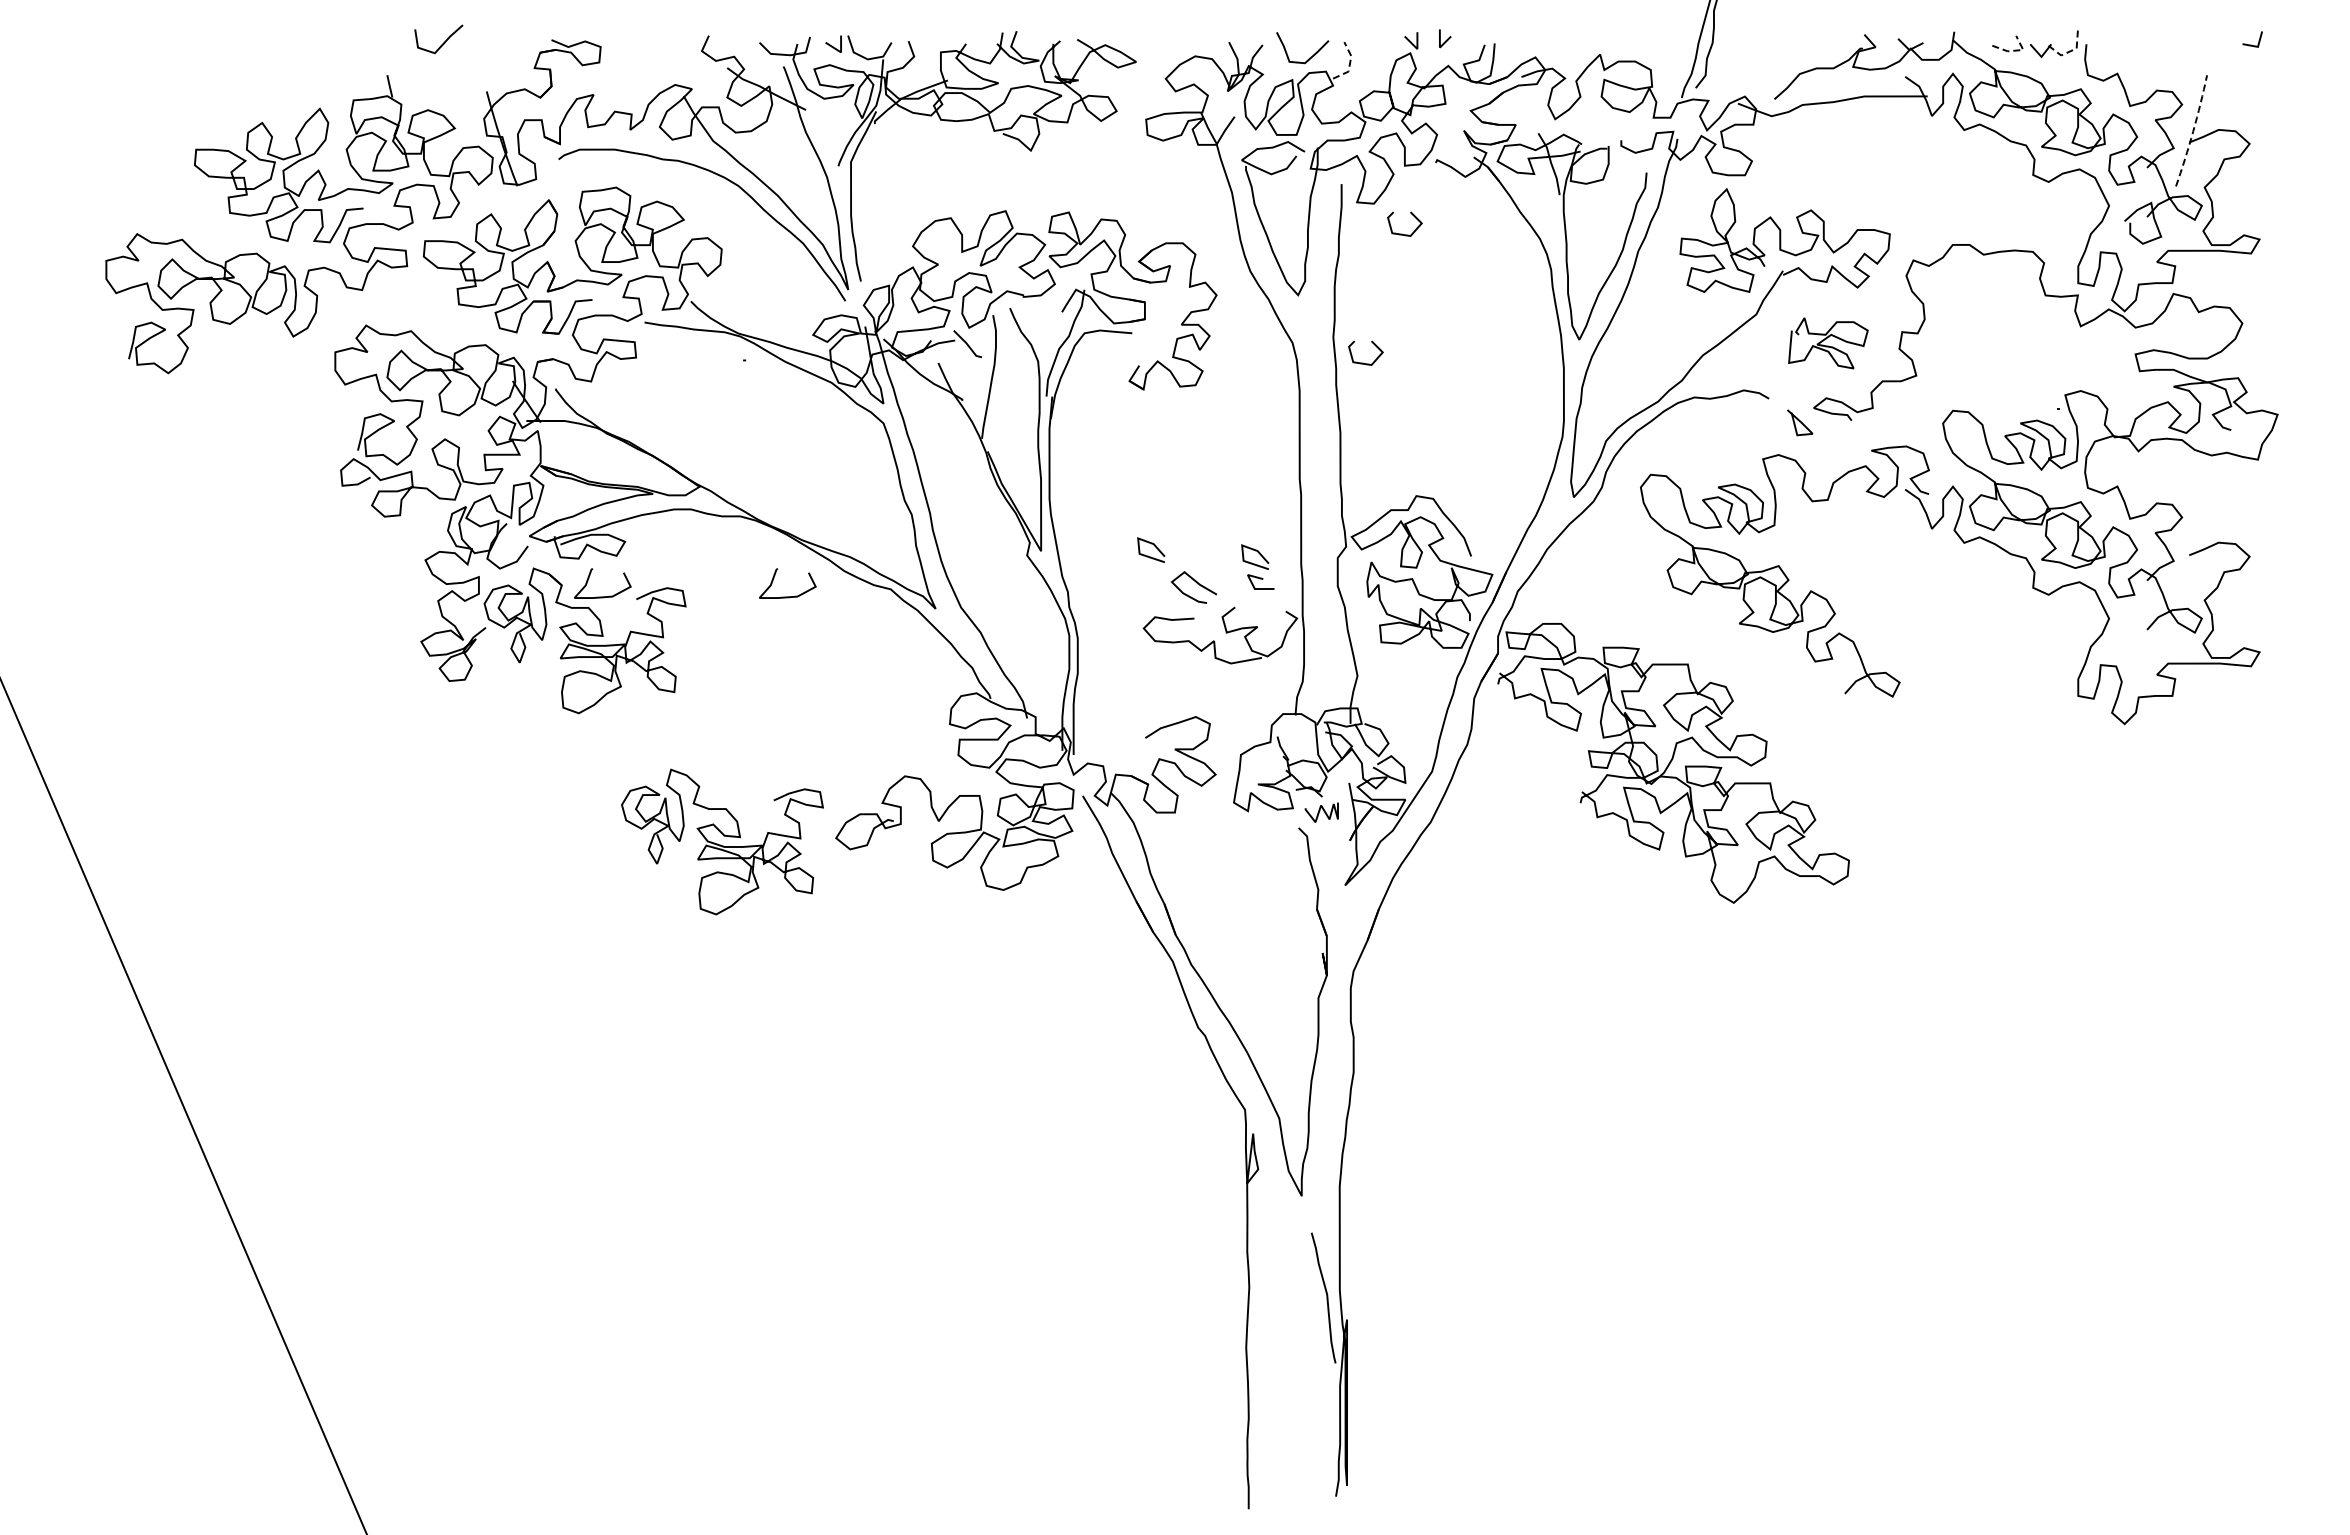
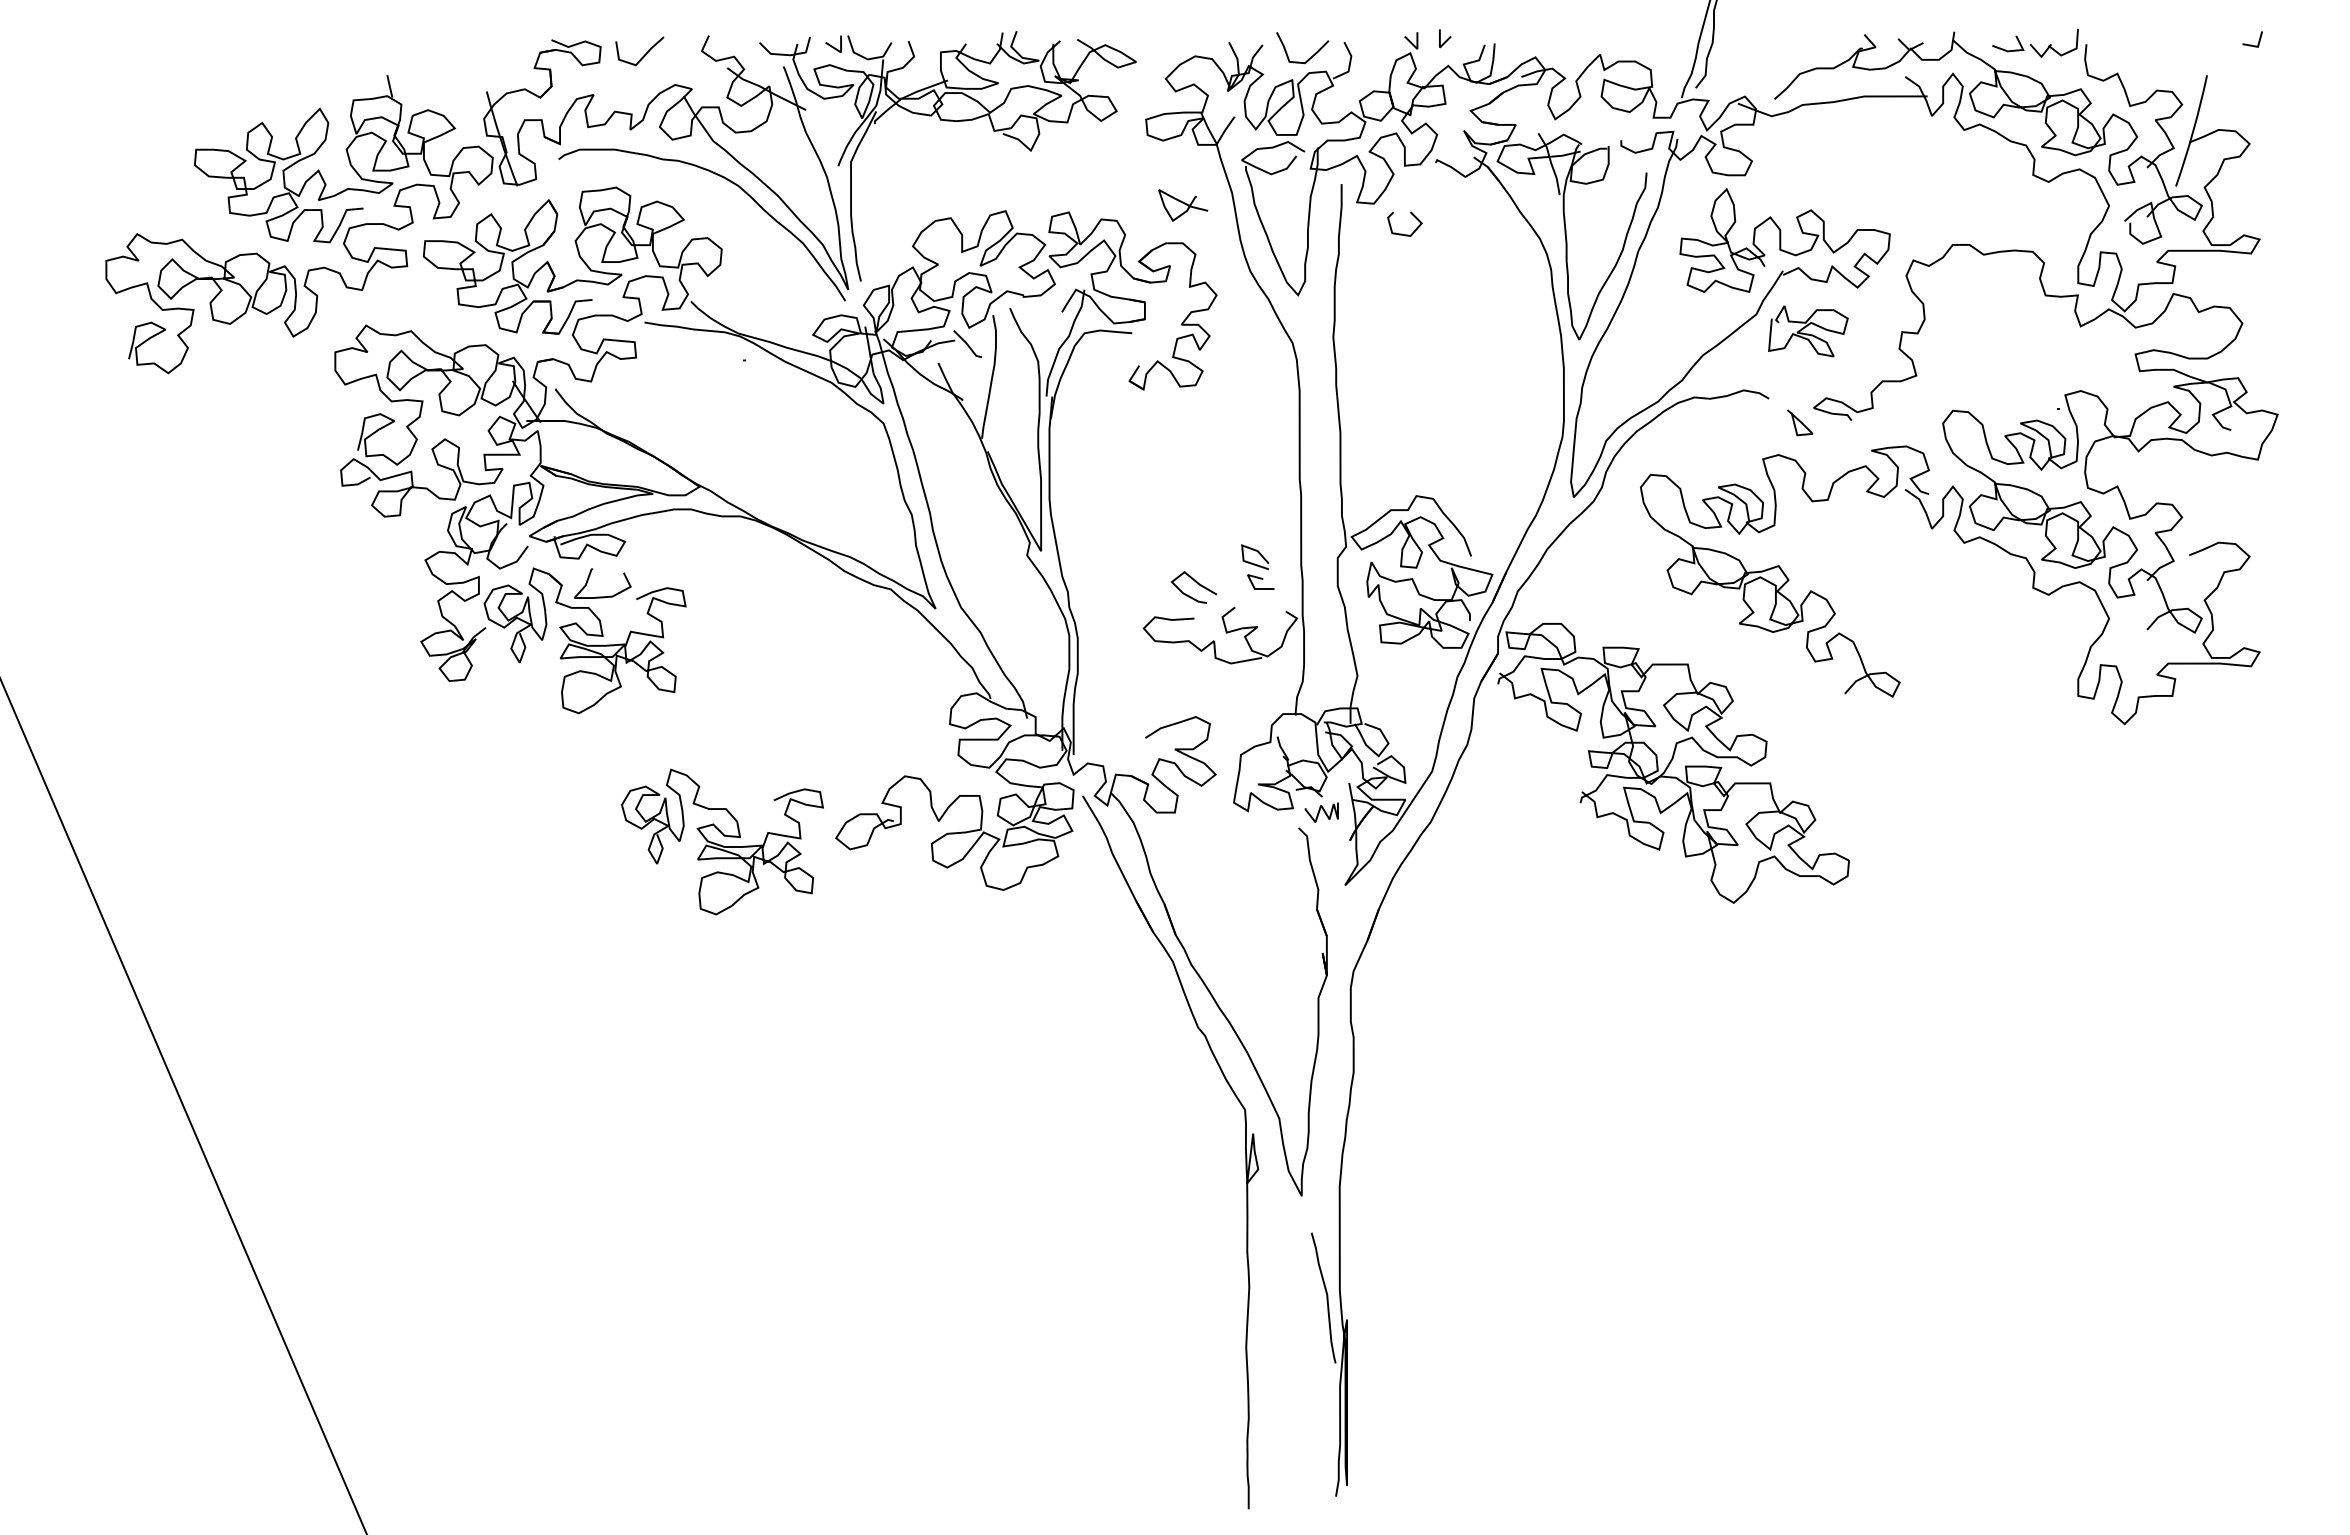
line at (442, 43) position: (442, 43) -> (643, 55)
line at (2015, 50): dashed -> solid
line at (2070, 51): dashed -> solid
line at (1349, 63): dashed -> solid
arc at (2193, 131): dashed -> solid
curve at (1184, 204): none -> present
curve at (1828, 345) position: (1828, 345) -> (1808, 333)
curve at (1363, 362): present -> none
line at (1154, 546): present -> none
curve at (787, 596): present -> none
